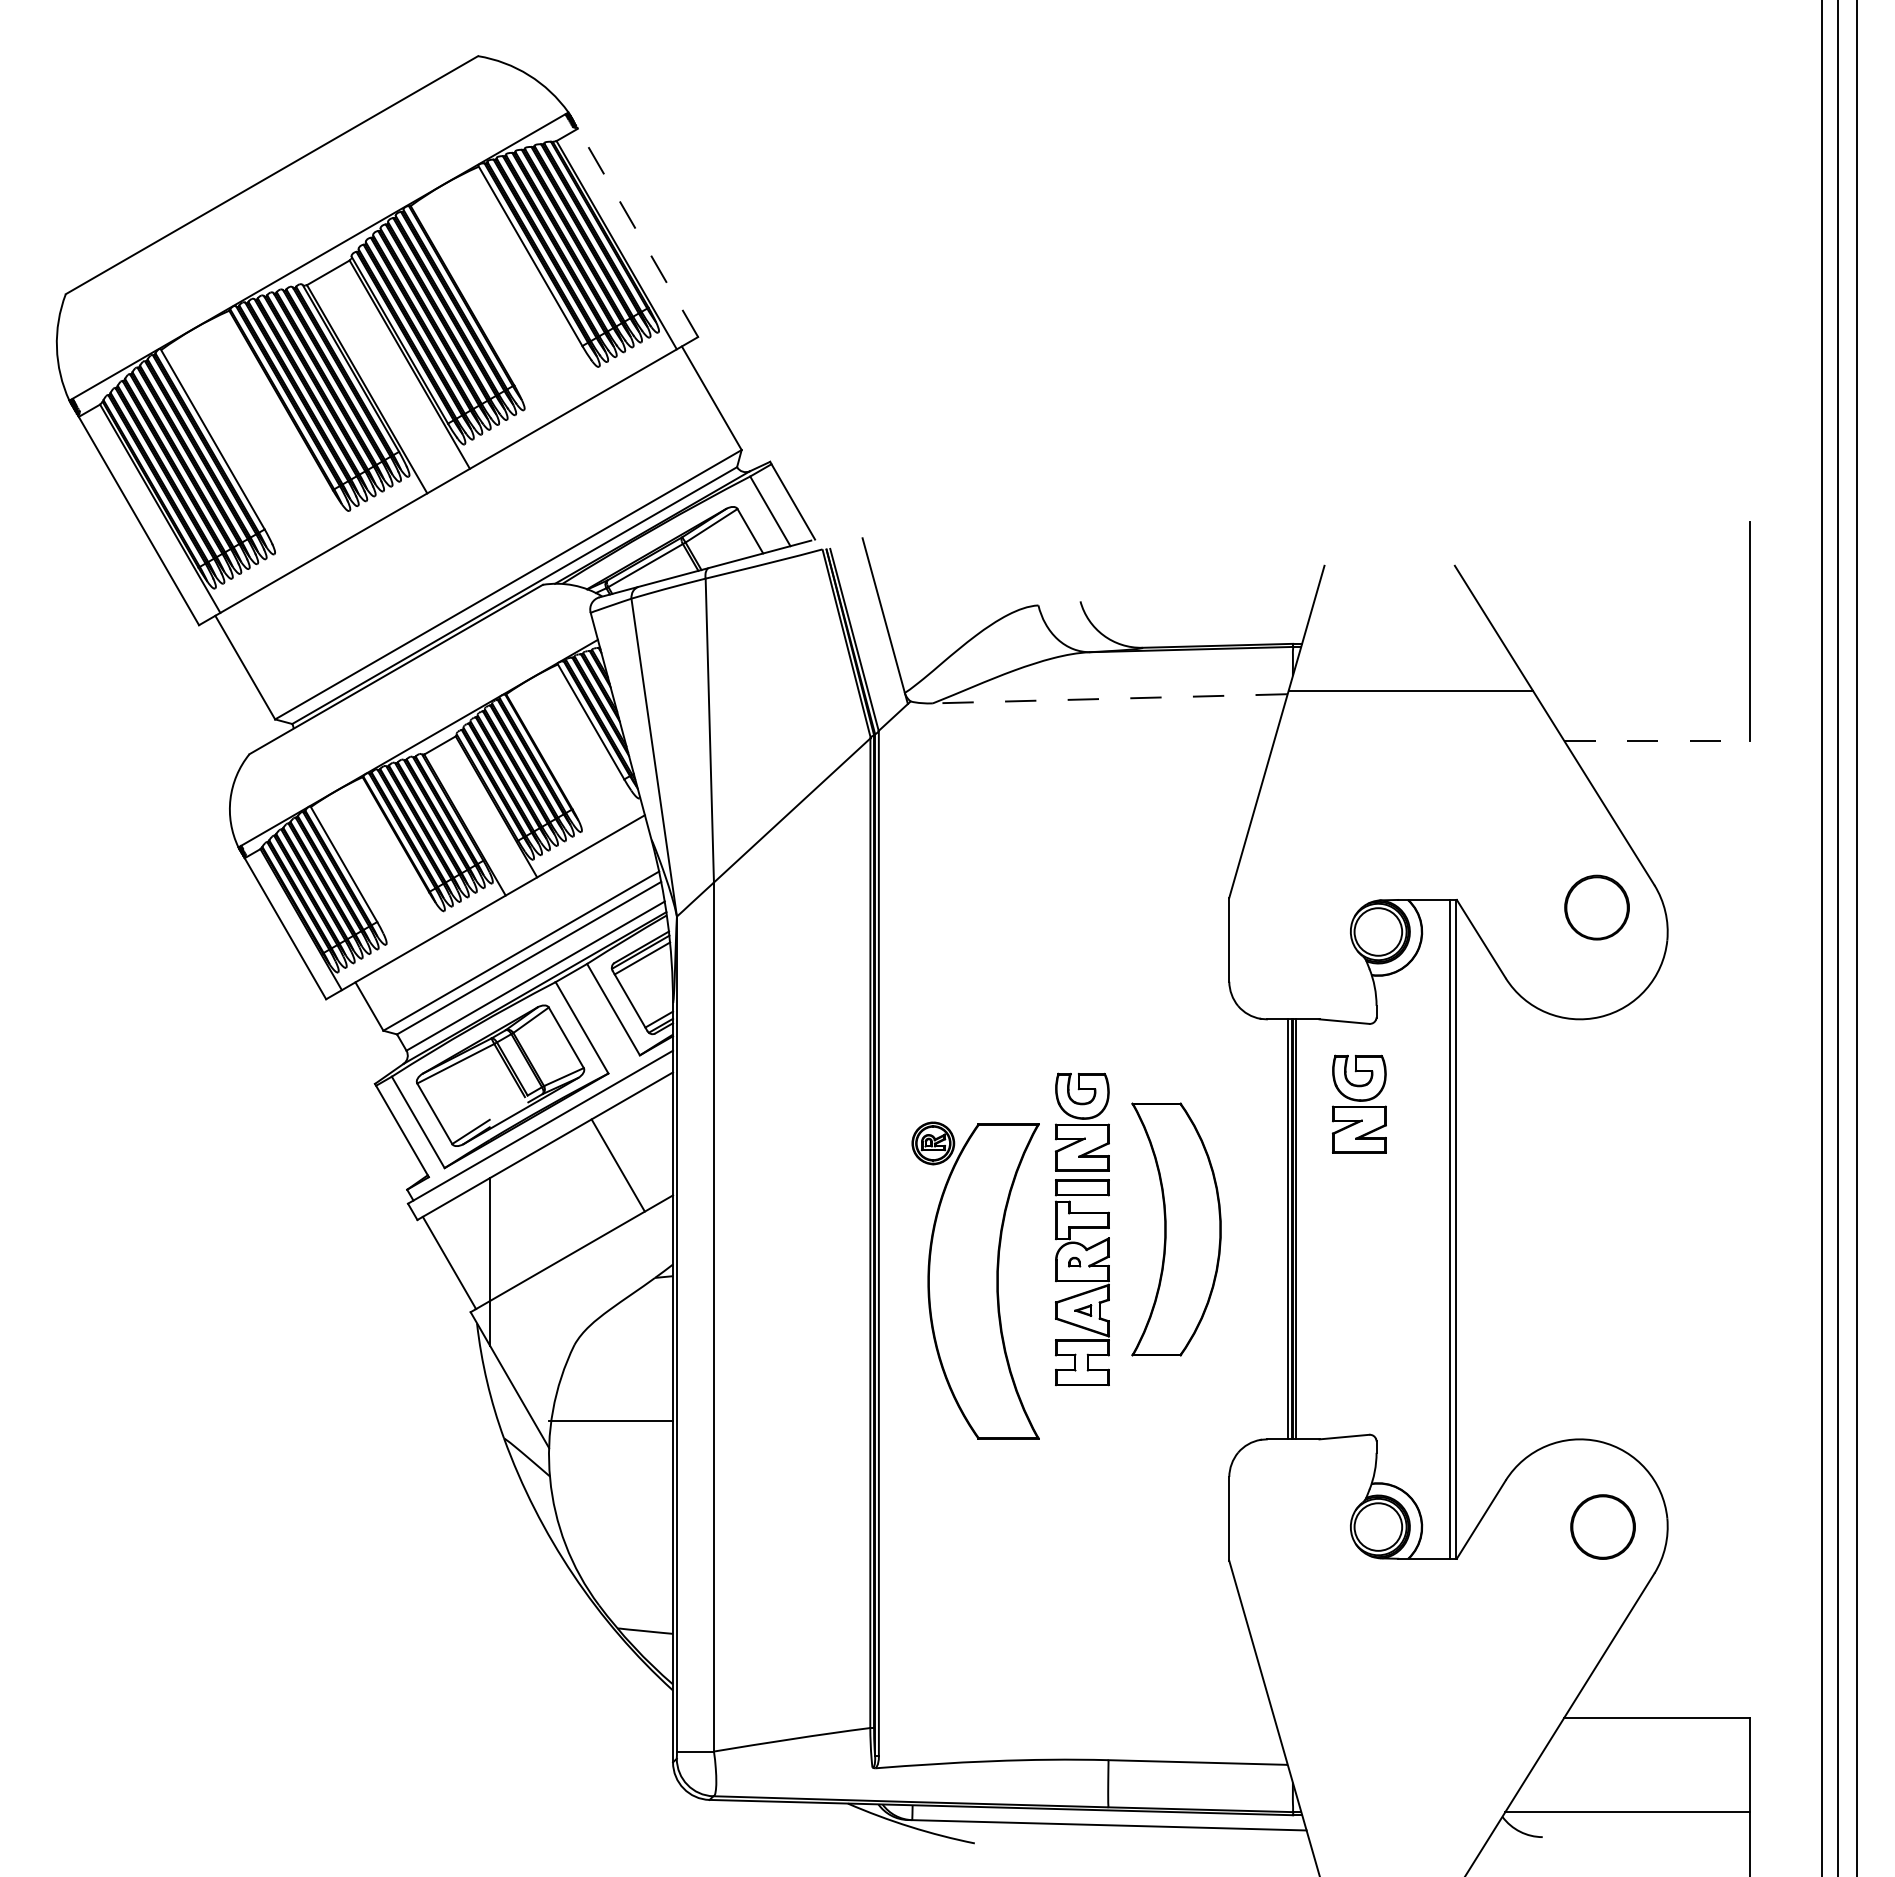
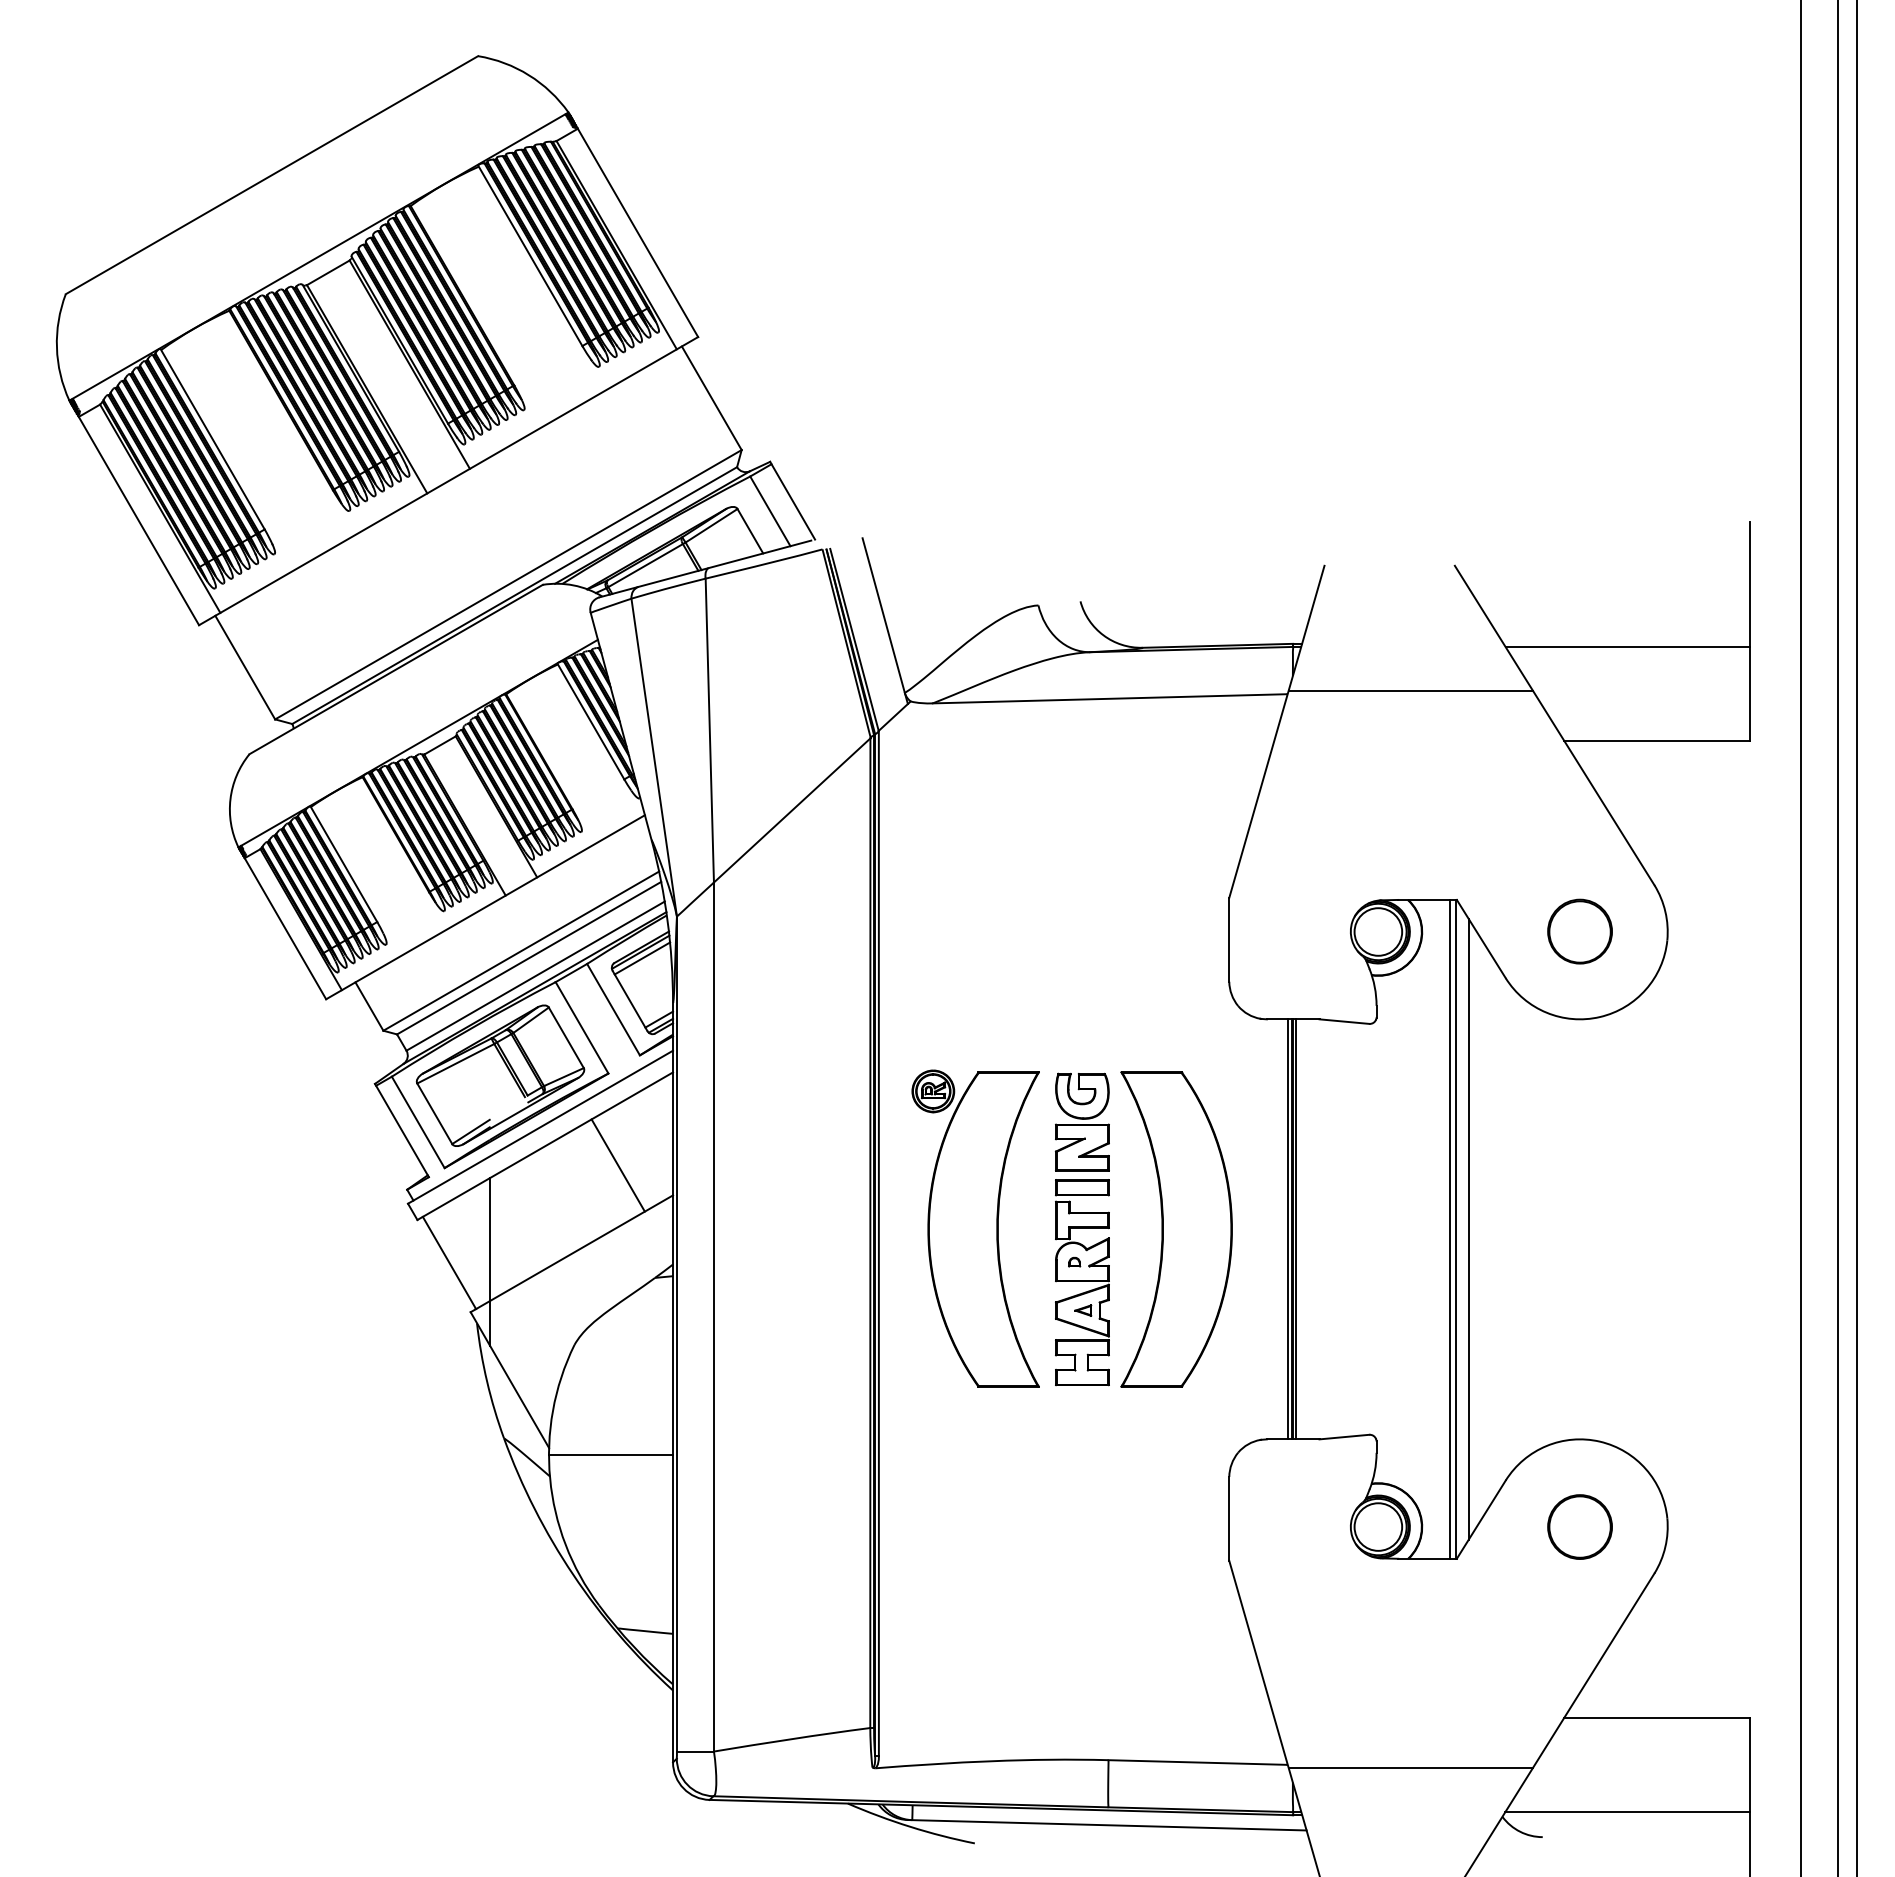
line at (635, 228): dashed -> solid
line at (1627, 646): none -> present
line at (1109, 698): dashed -> solid
line at (1657, 740): dashed -> solid
part at (1596, 907) position: (1596, 907) -> (1579, 931)
line at (1821, 937) position: (1821, 937) -> (1800, 937)
part at (1358, 1103): present -> none
part at (1176, 1229) size: 91x255 px -> 113x317 px
line at (1468, 1229): none -> present
part at (975, 1280) position: (975, 1280) -> (975, 1228)
line at (611, 1421) position: (611, 1421) -> (611, 1455)
circle at (1602, 1526) position: (1602, 1526) -> (1579, 1526)
line at (1410, 1767): none -> present
